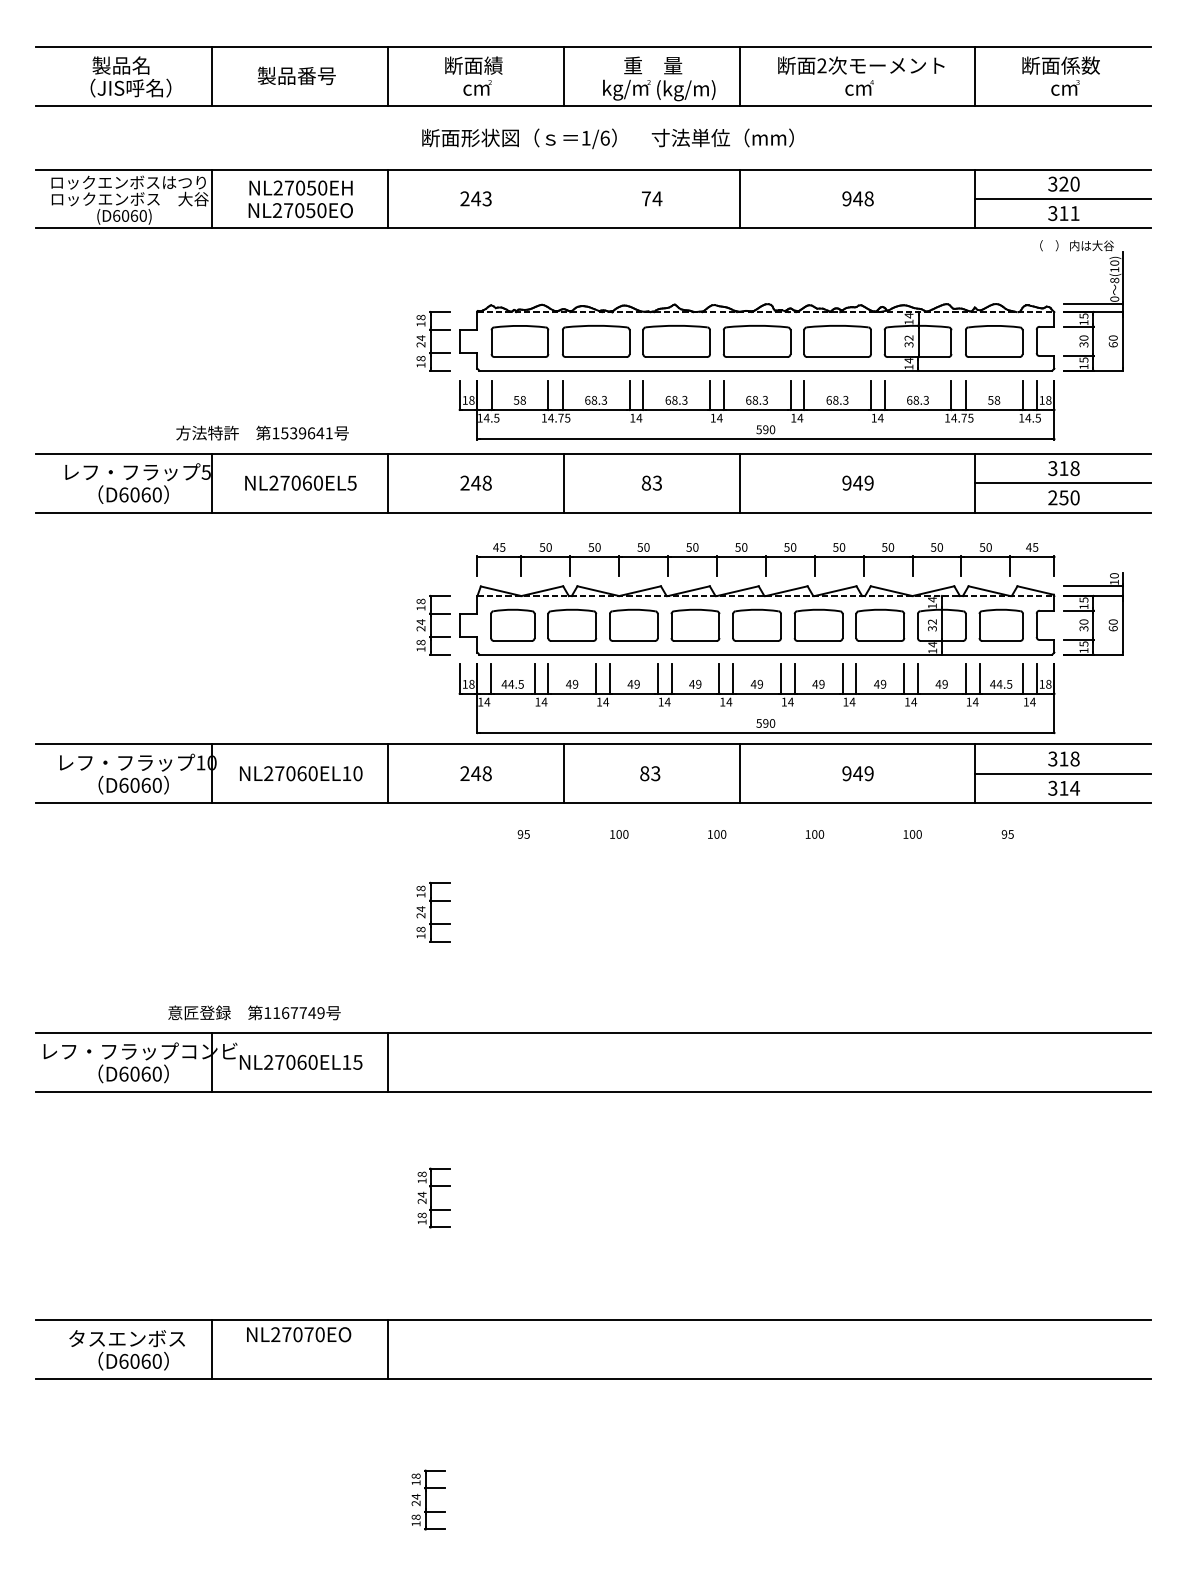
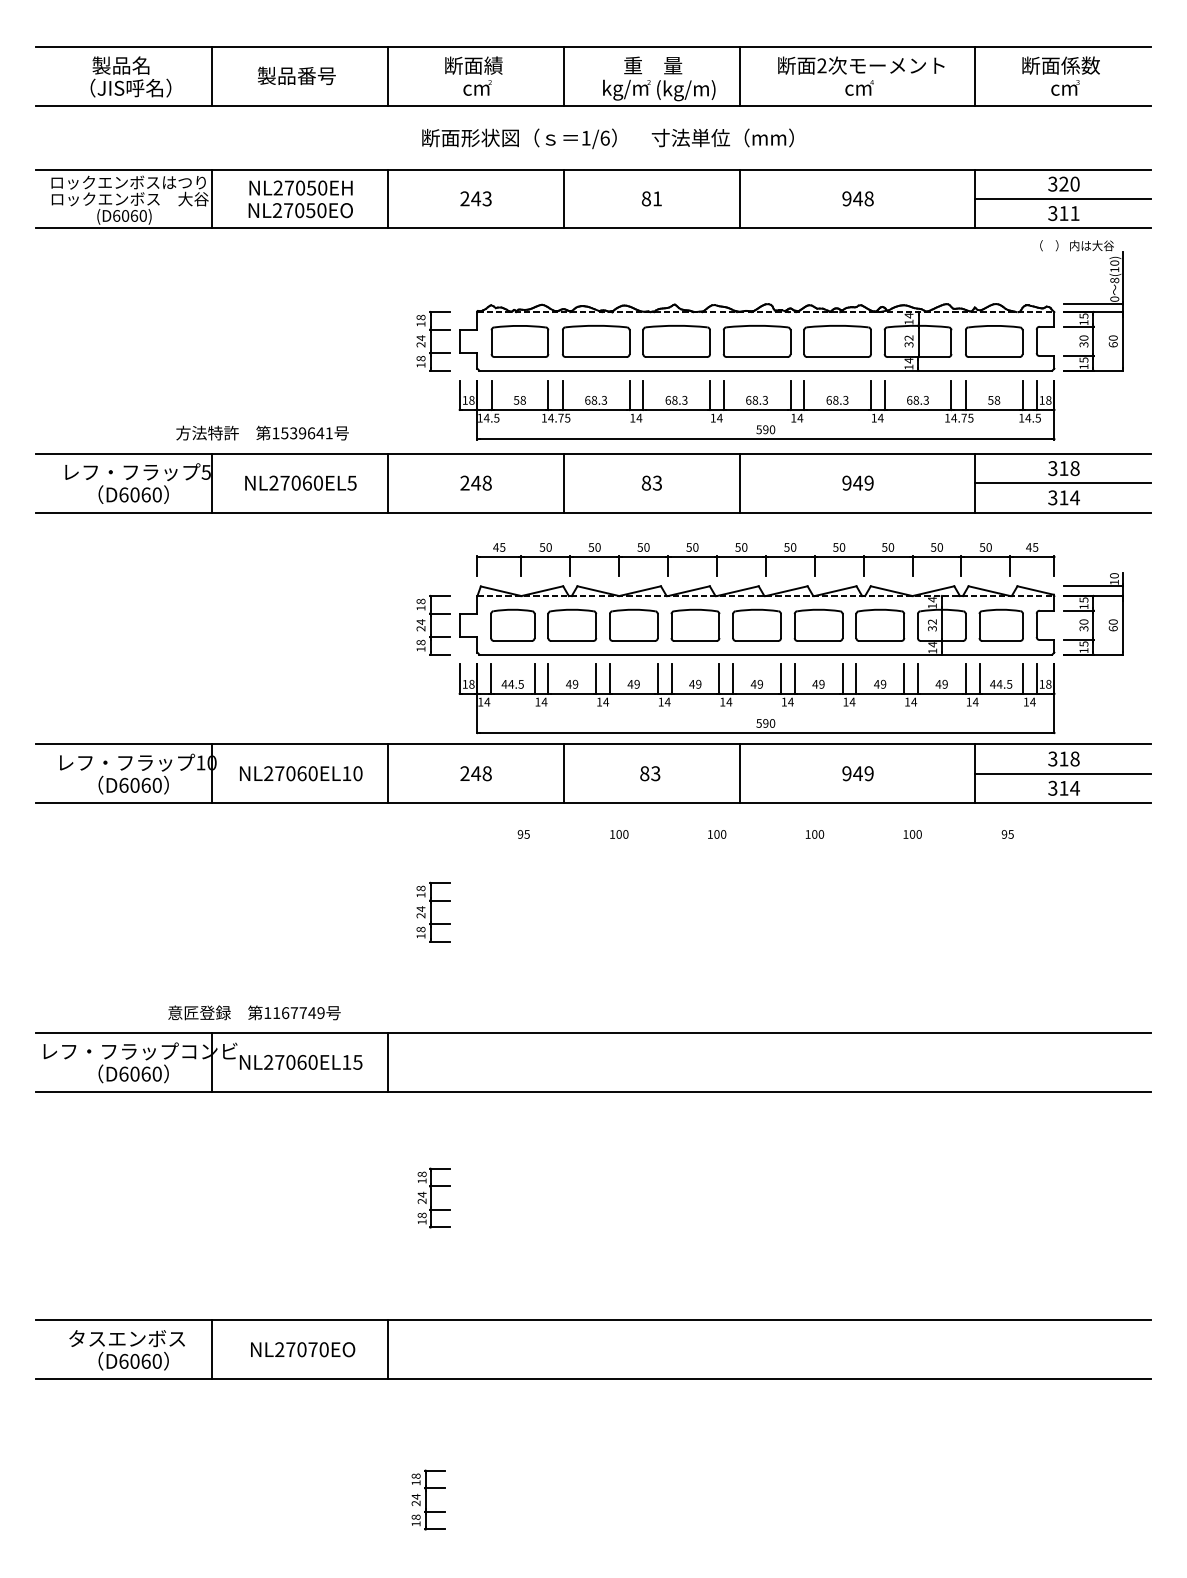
line at (563, 198): none -> present
text at (651, 198): 74 -> 81
text at (1064, 497): 250 -> 314
text at (299, 1334) position: (299, 1334) -> (303, 1349)
